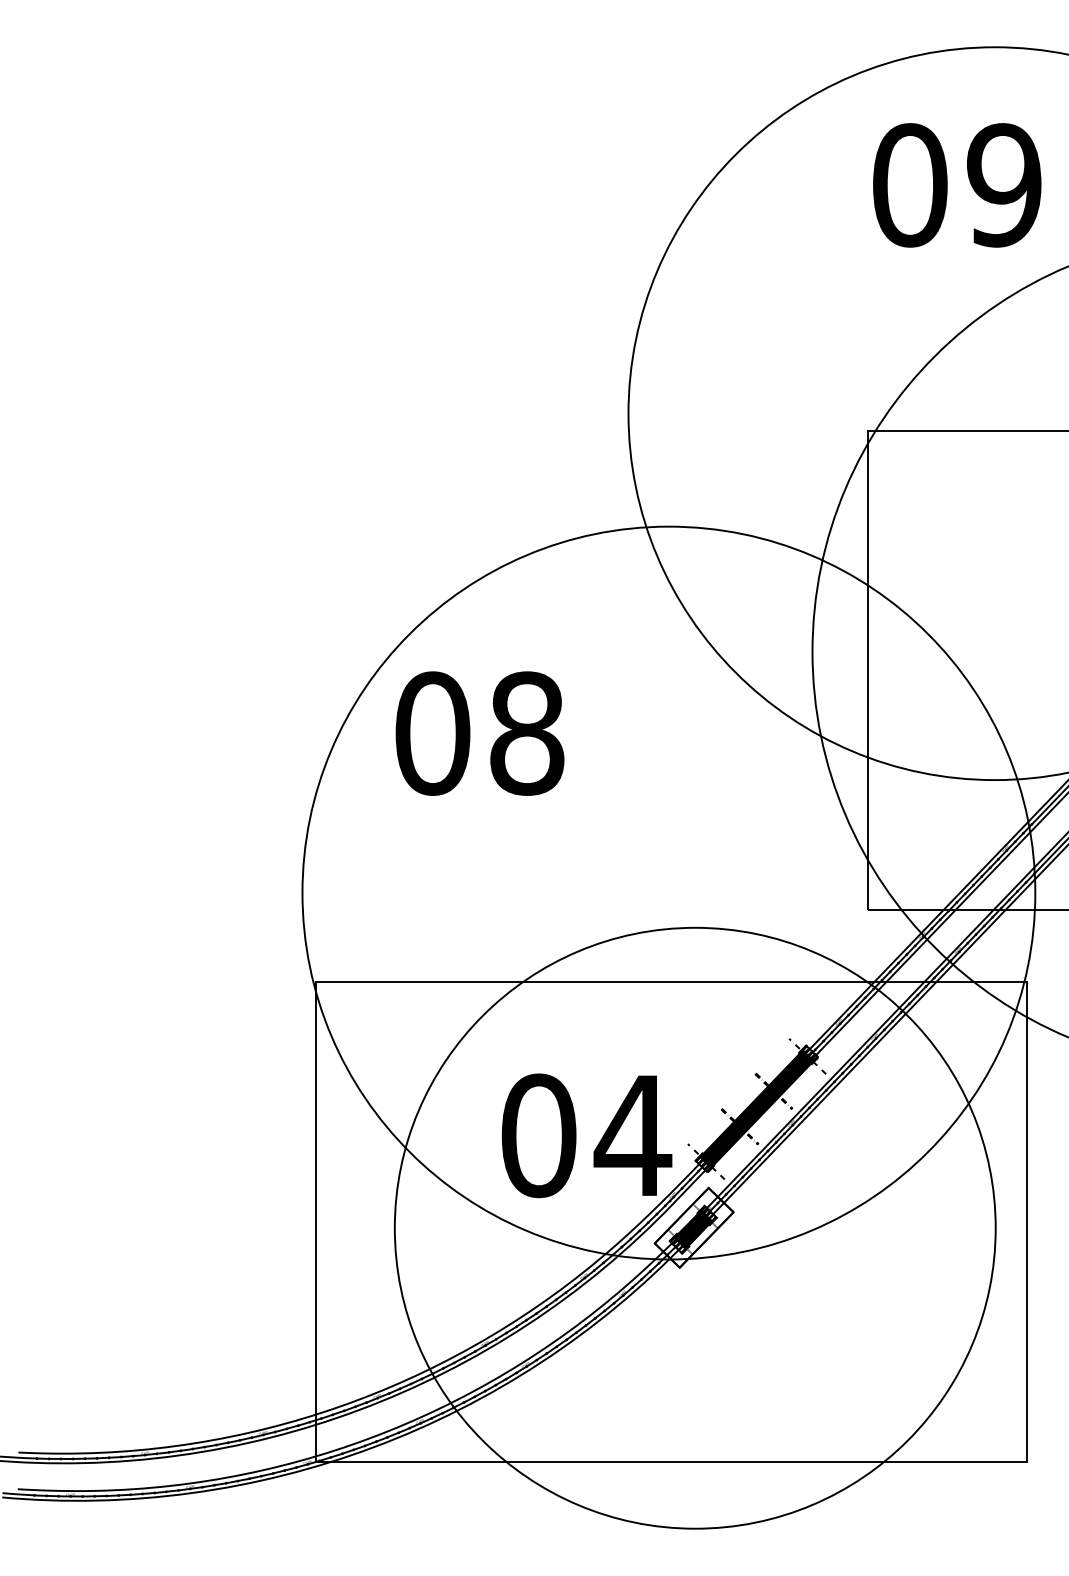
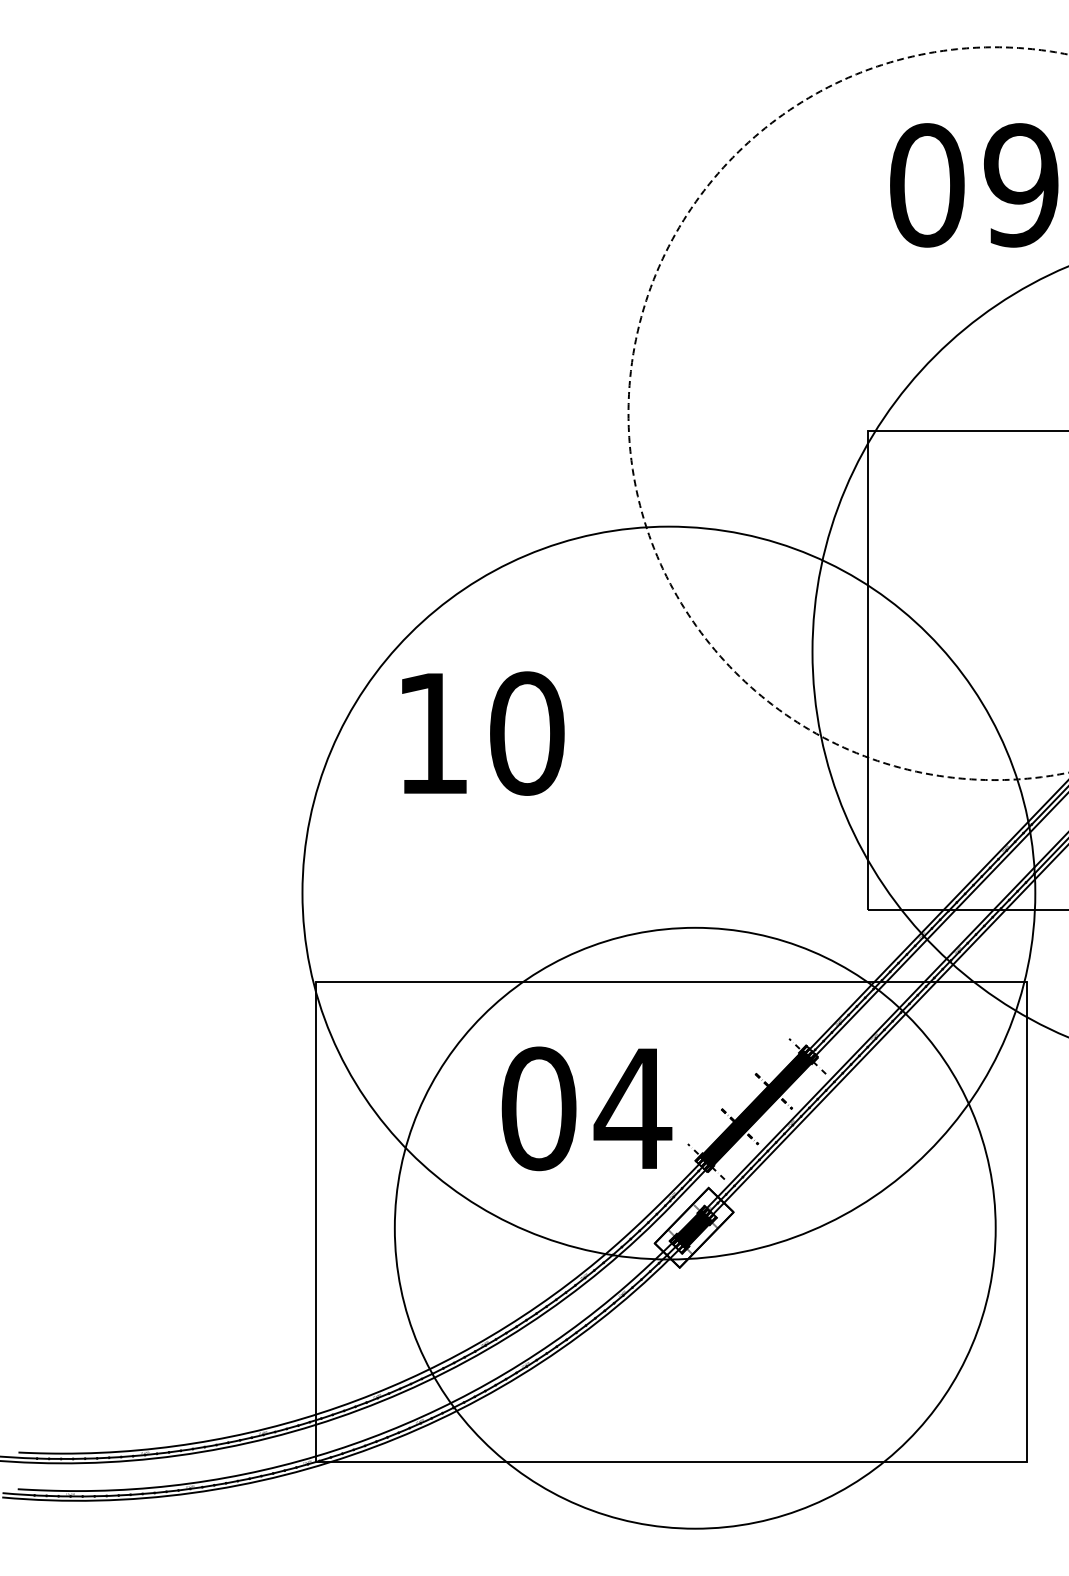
text at (957, 185) position: (957, 185) -> (974, 185)
circle at (848, 413): solid -> dashed
text at (479, 733): 08 -> 10
text at (586, 1135) position: (586, 1135) -> (586, 1108)
